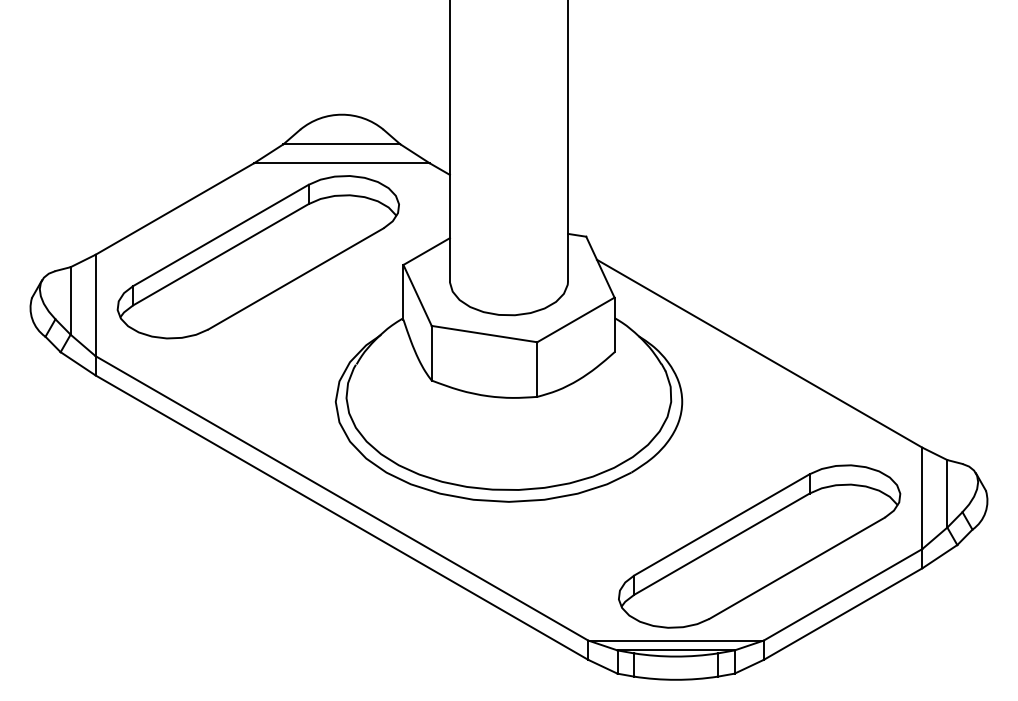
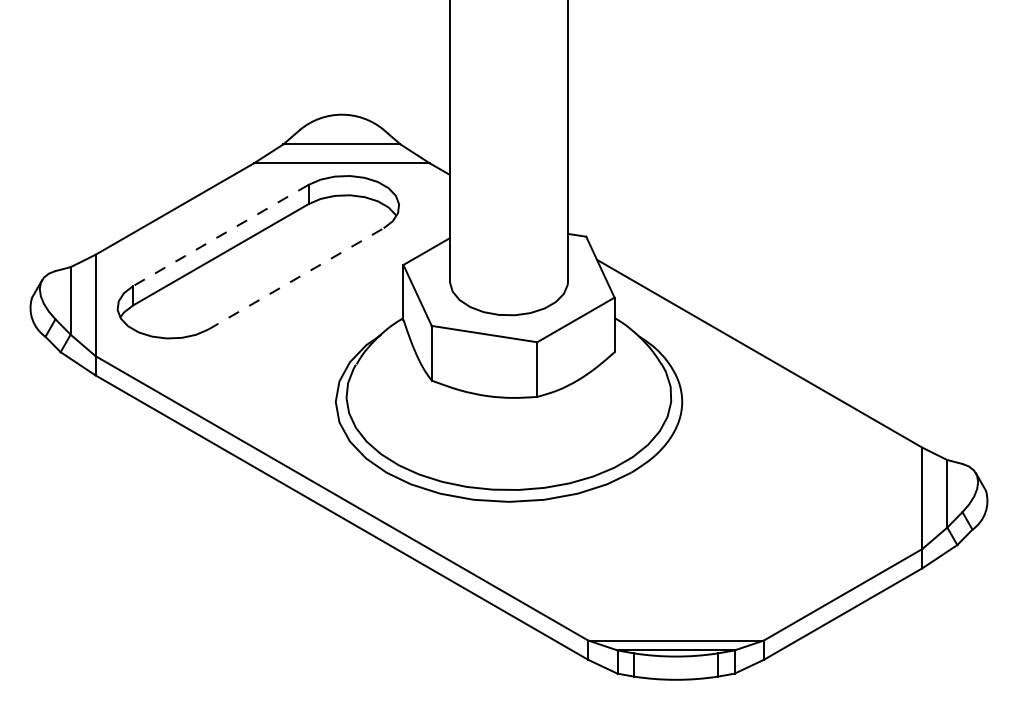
line at (220, 235): solid -> dashed
line at (296, 278): solid -> dashed
part at (759, 546): present -> none
